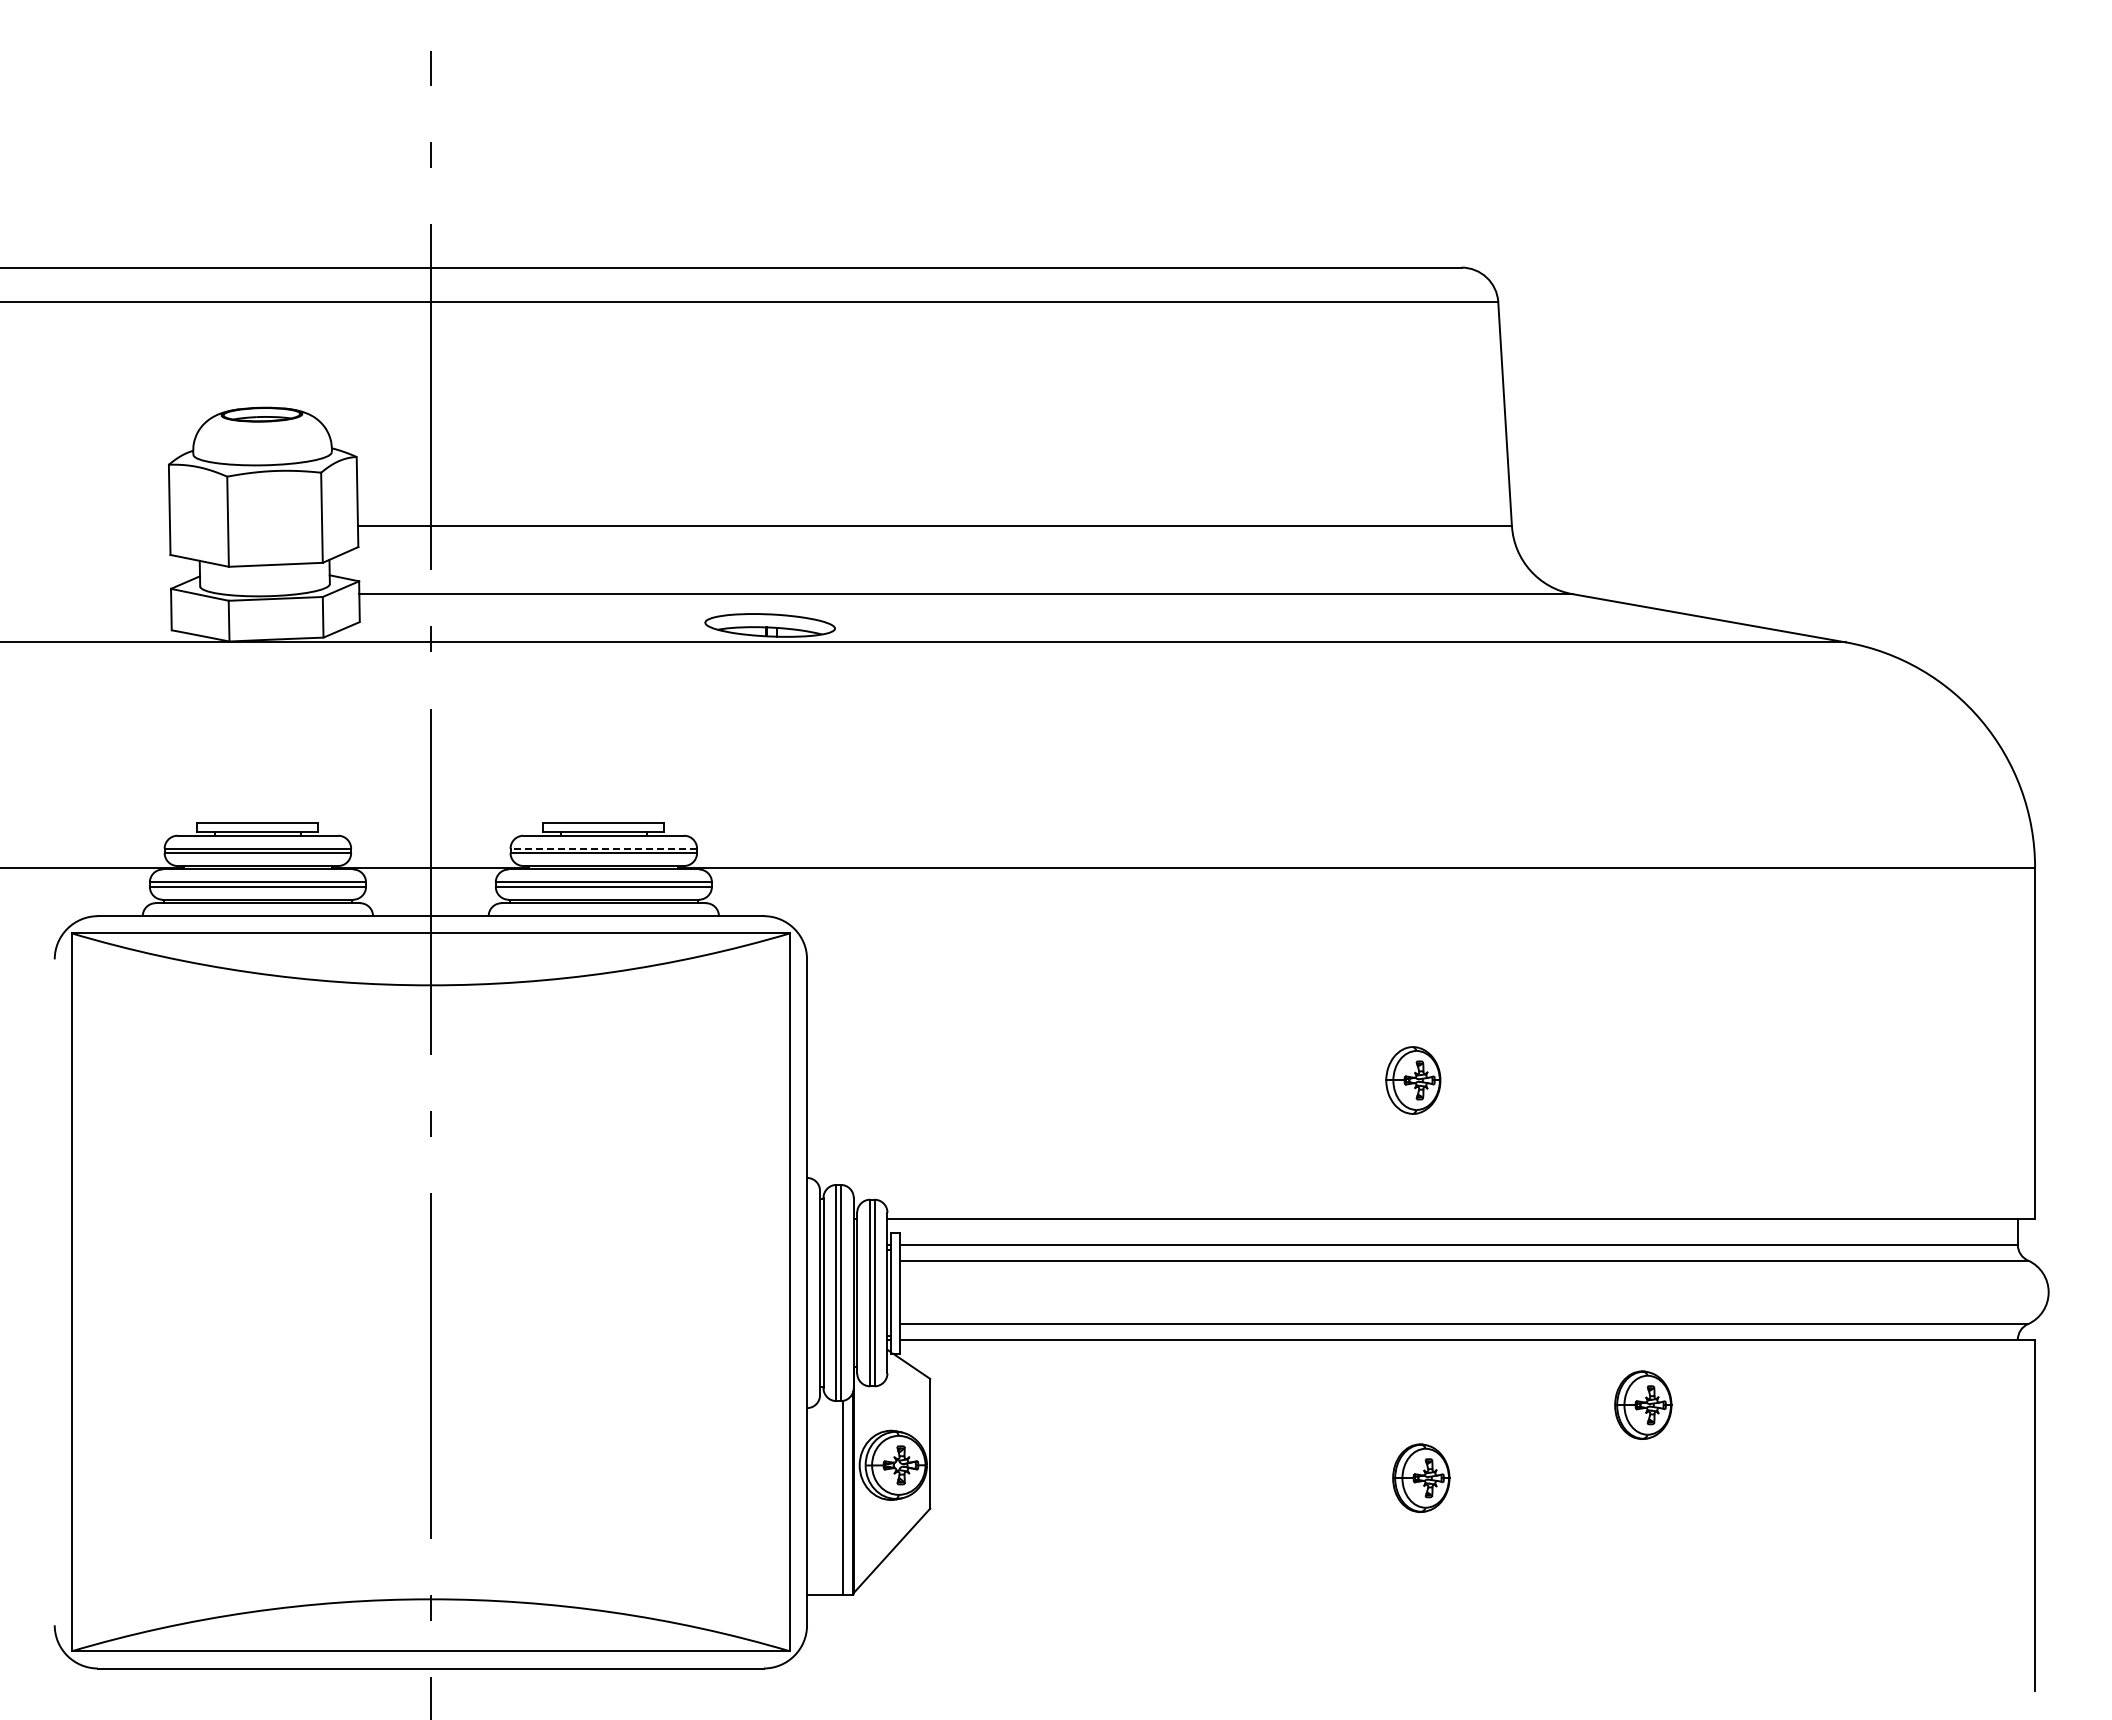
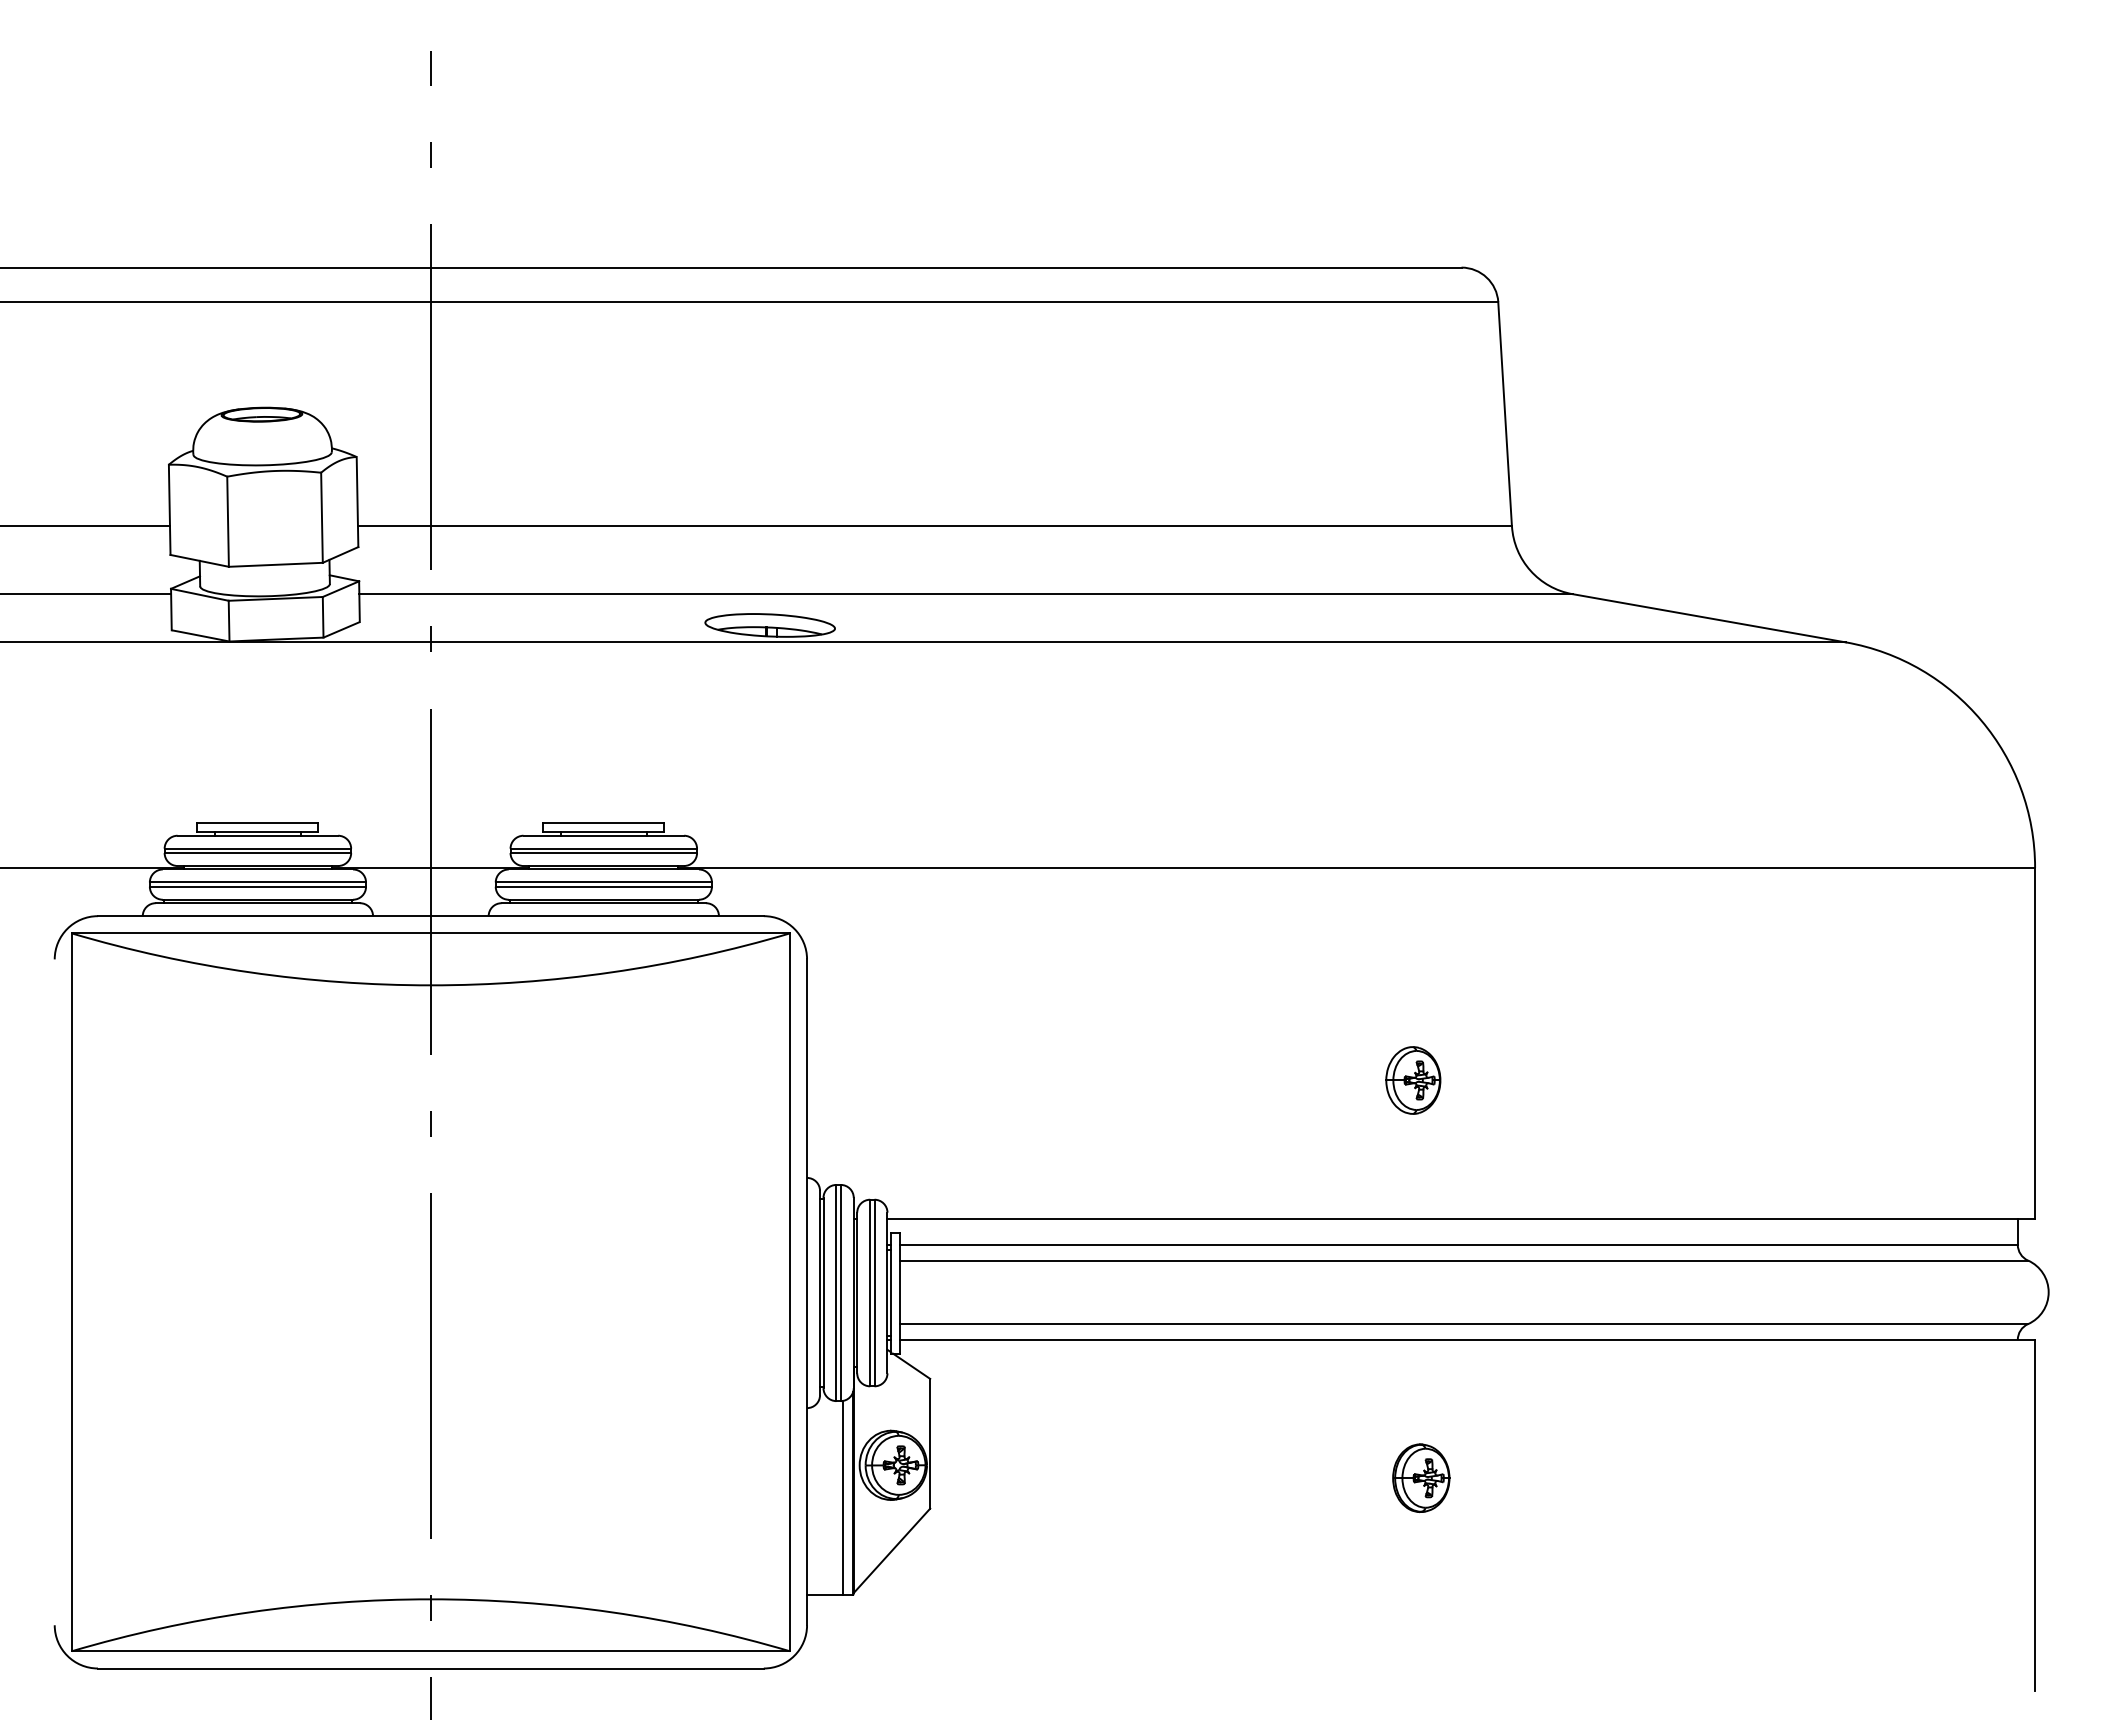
line at (86, 526): none -> present
line at (86, 594): none -> present
line at (603, 848): dashed -> solid
part at (1643, 1404): present -> none
